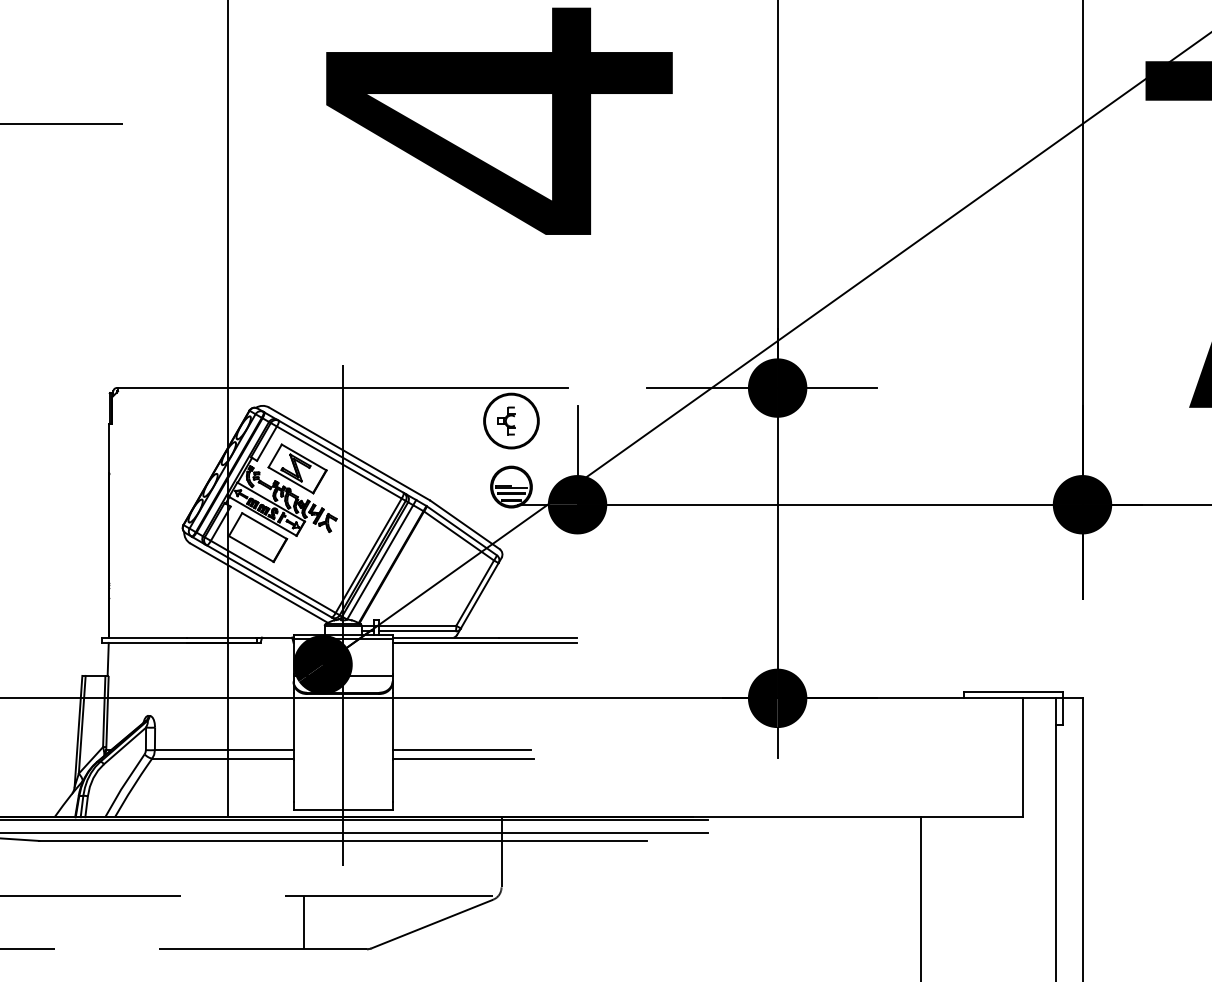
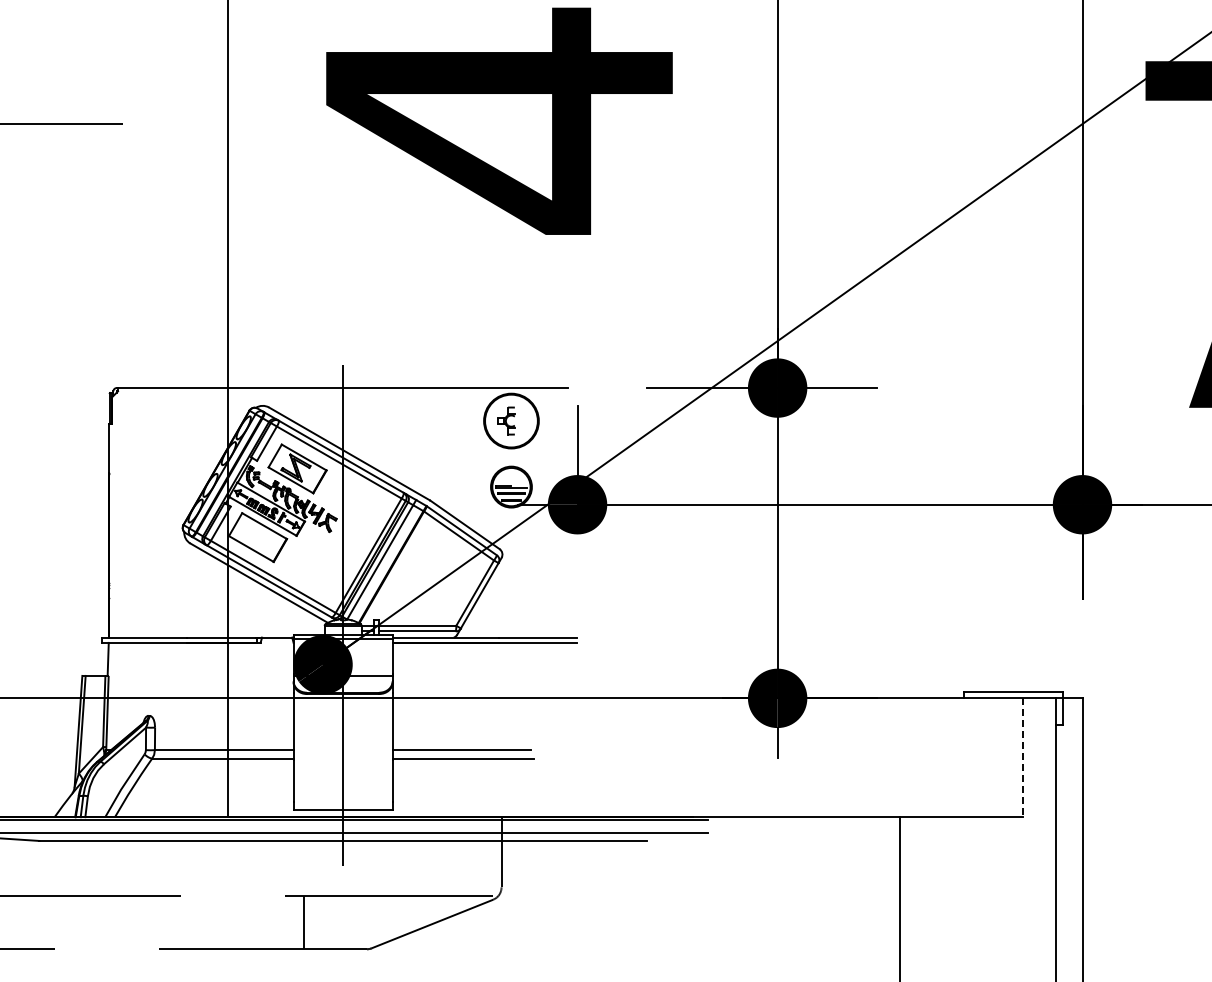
line at (1023, 758): solid -> dashed
line at (920, 897) position: (920, 897) -> (899, 897)
